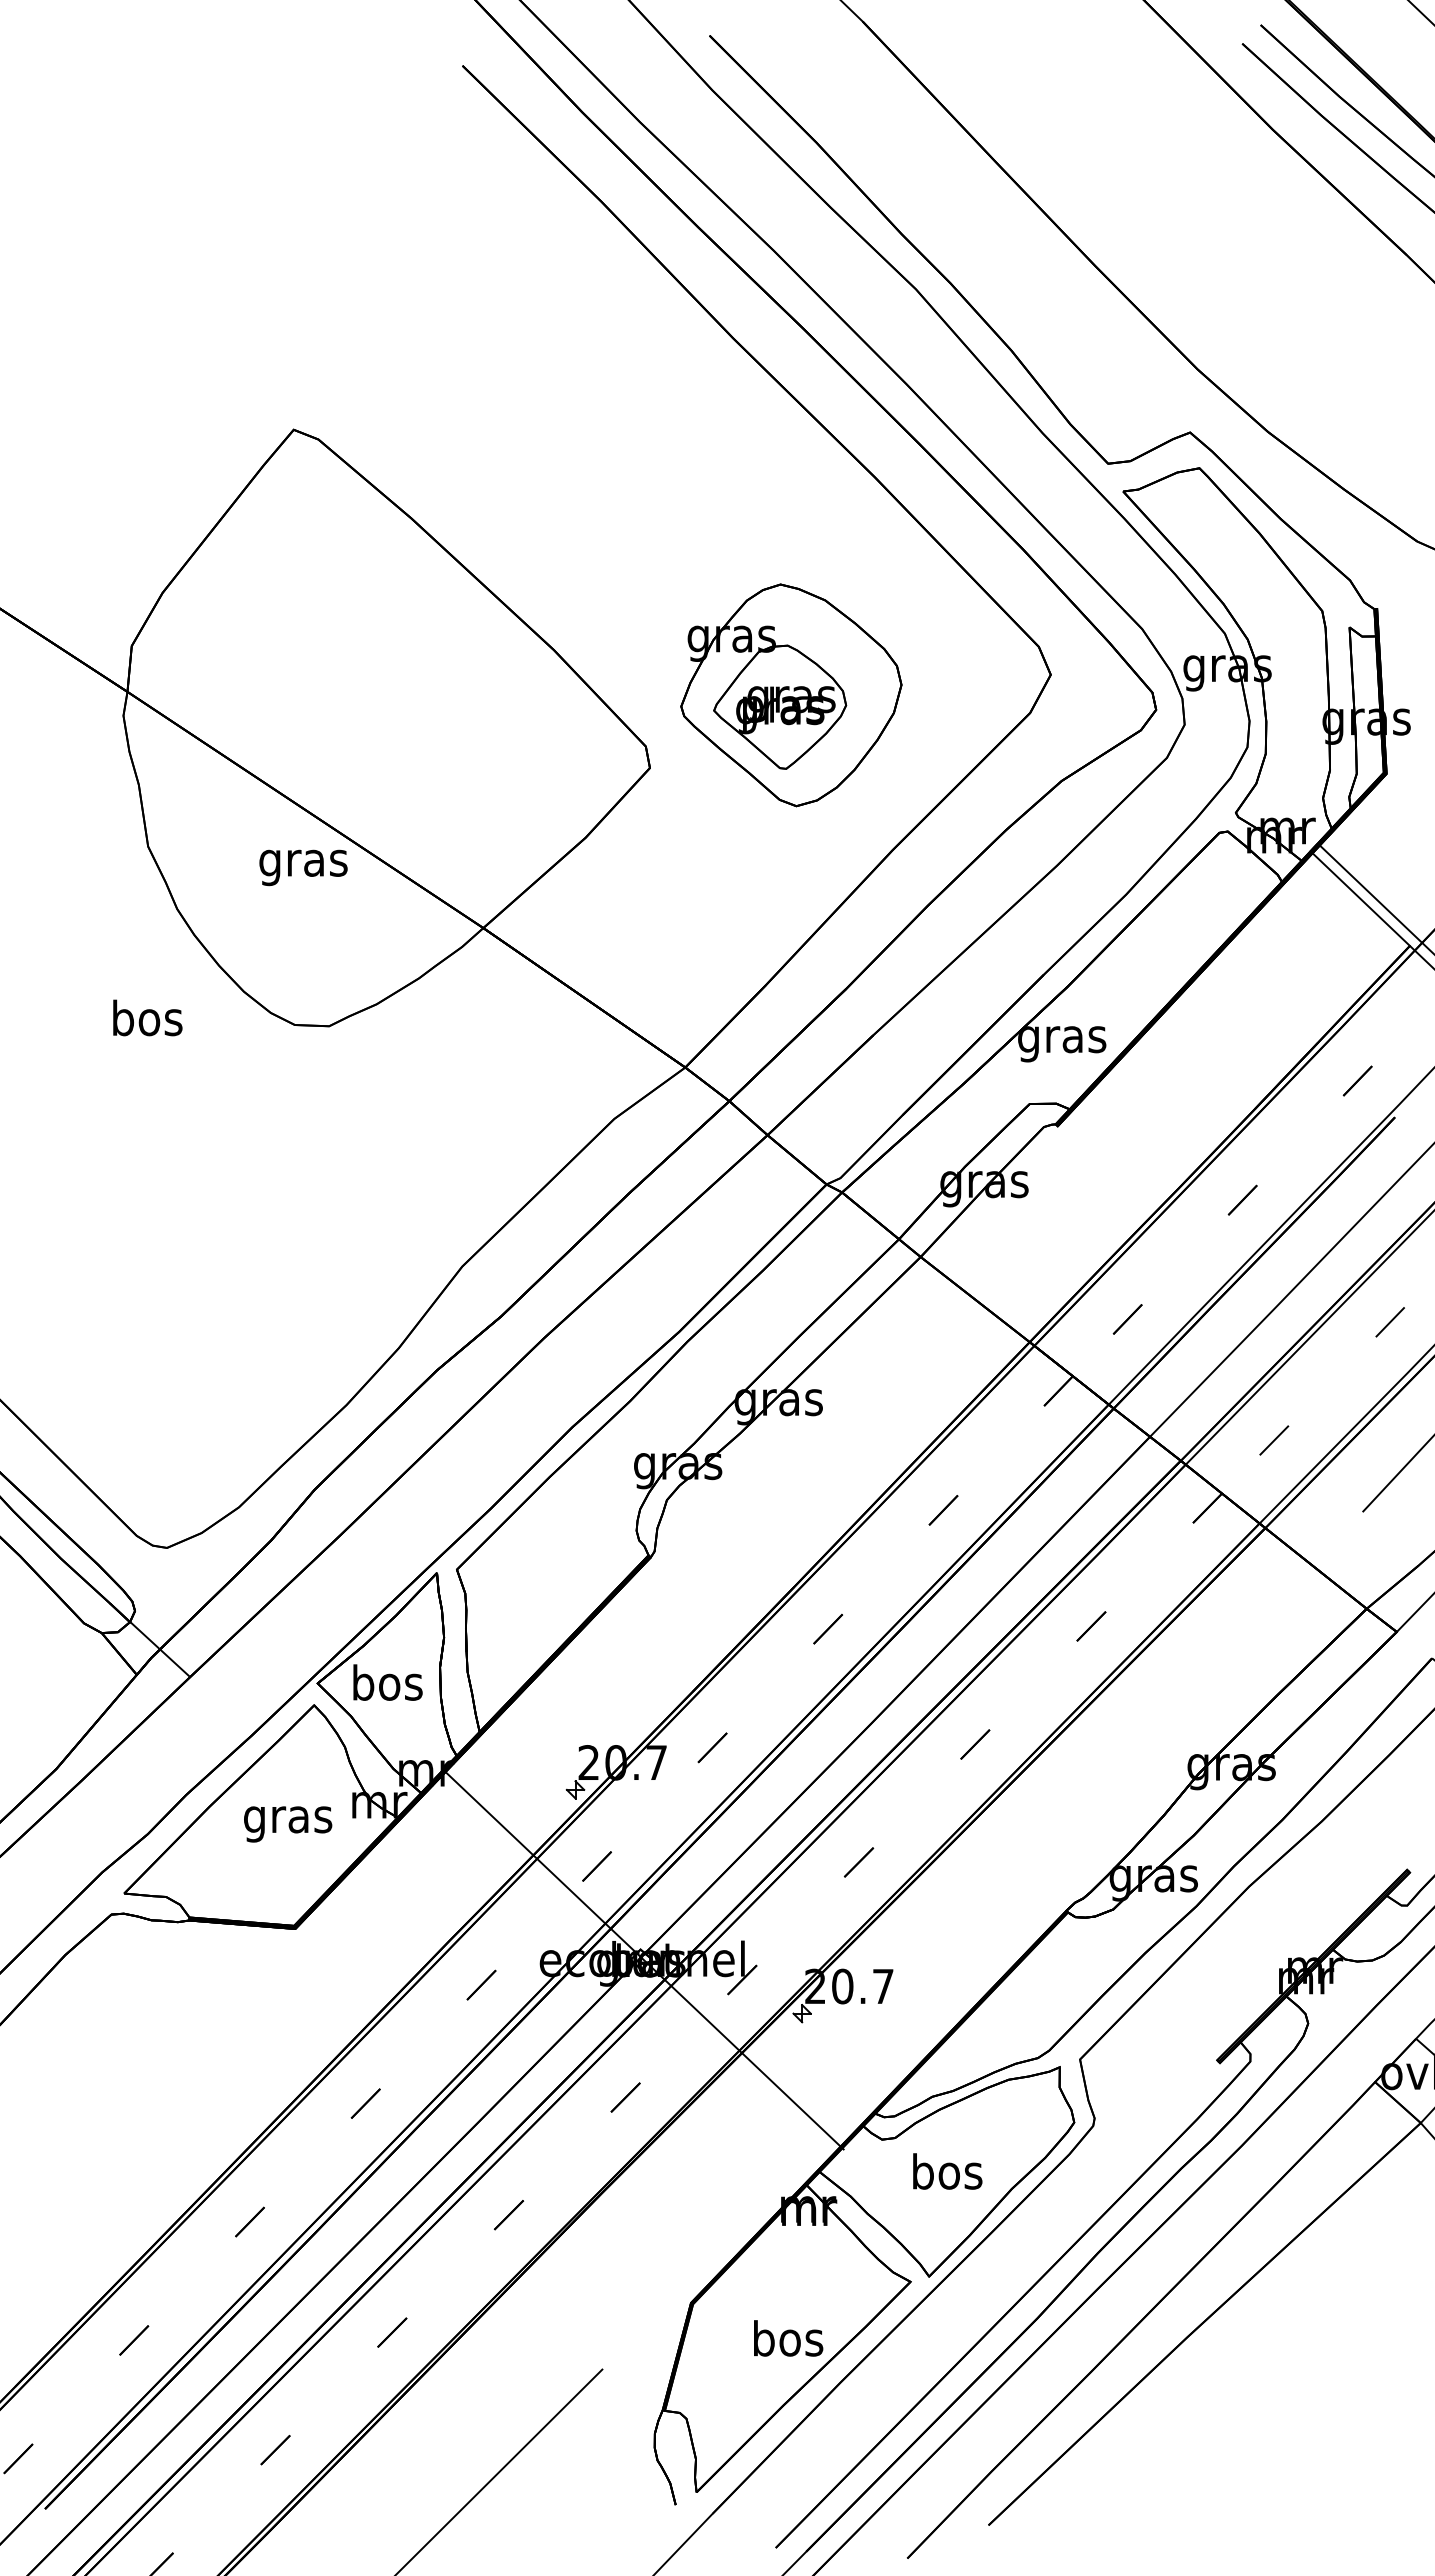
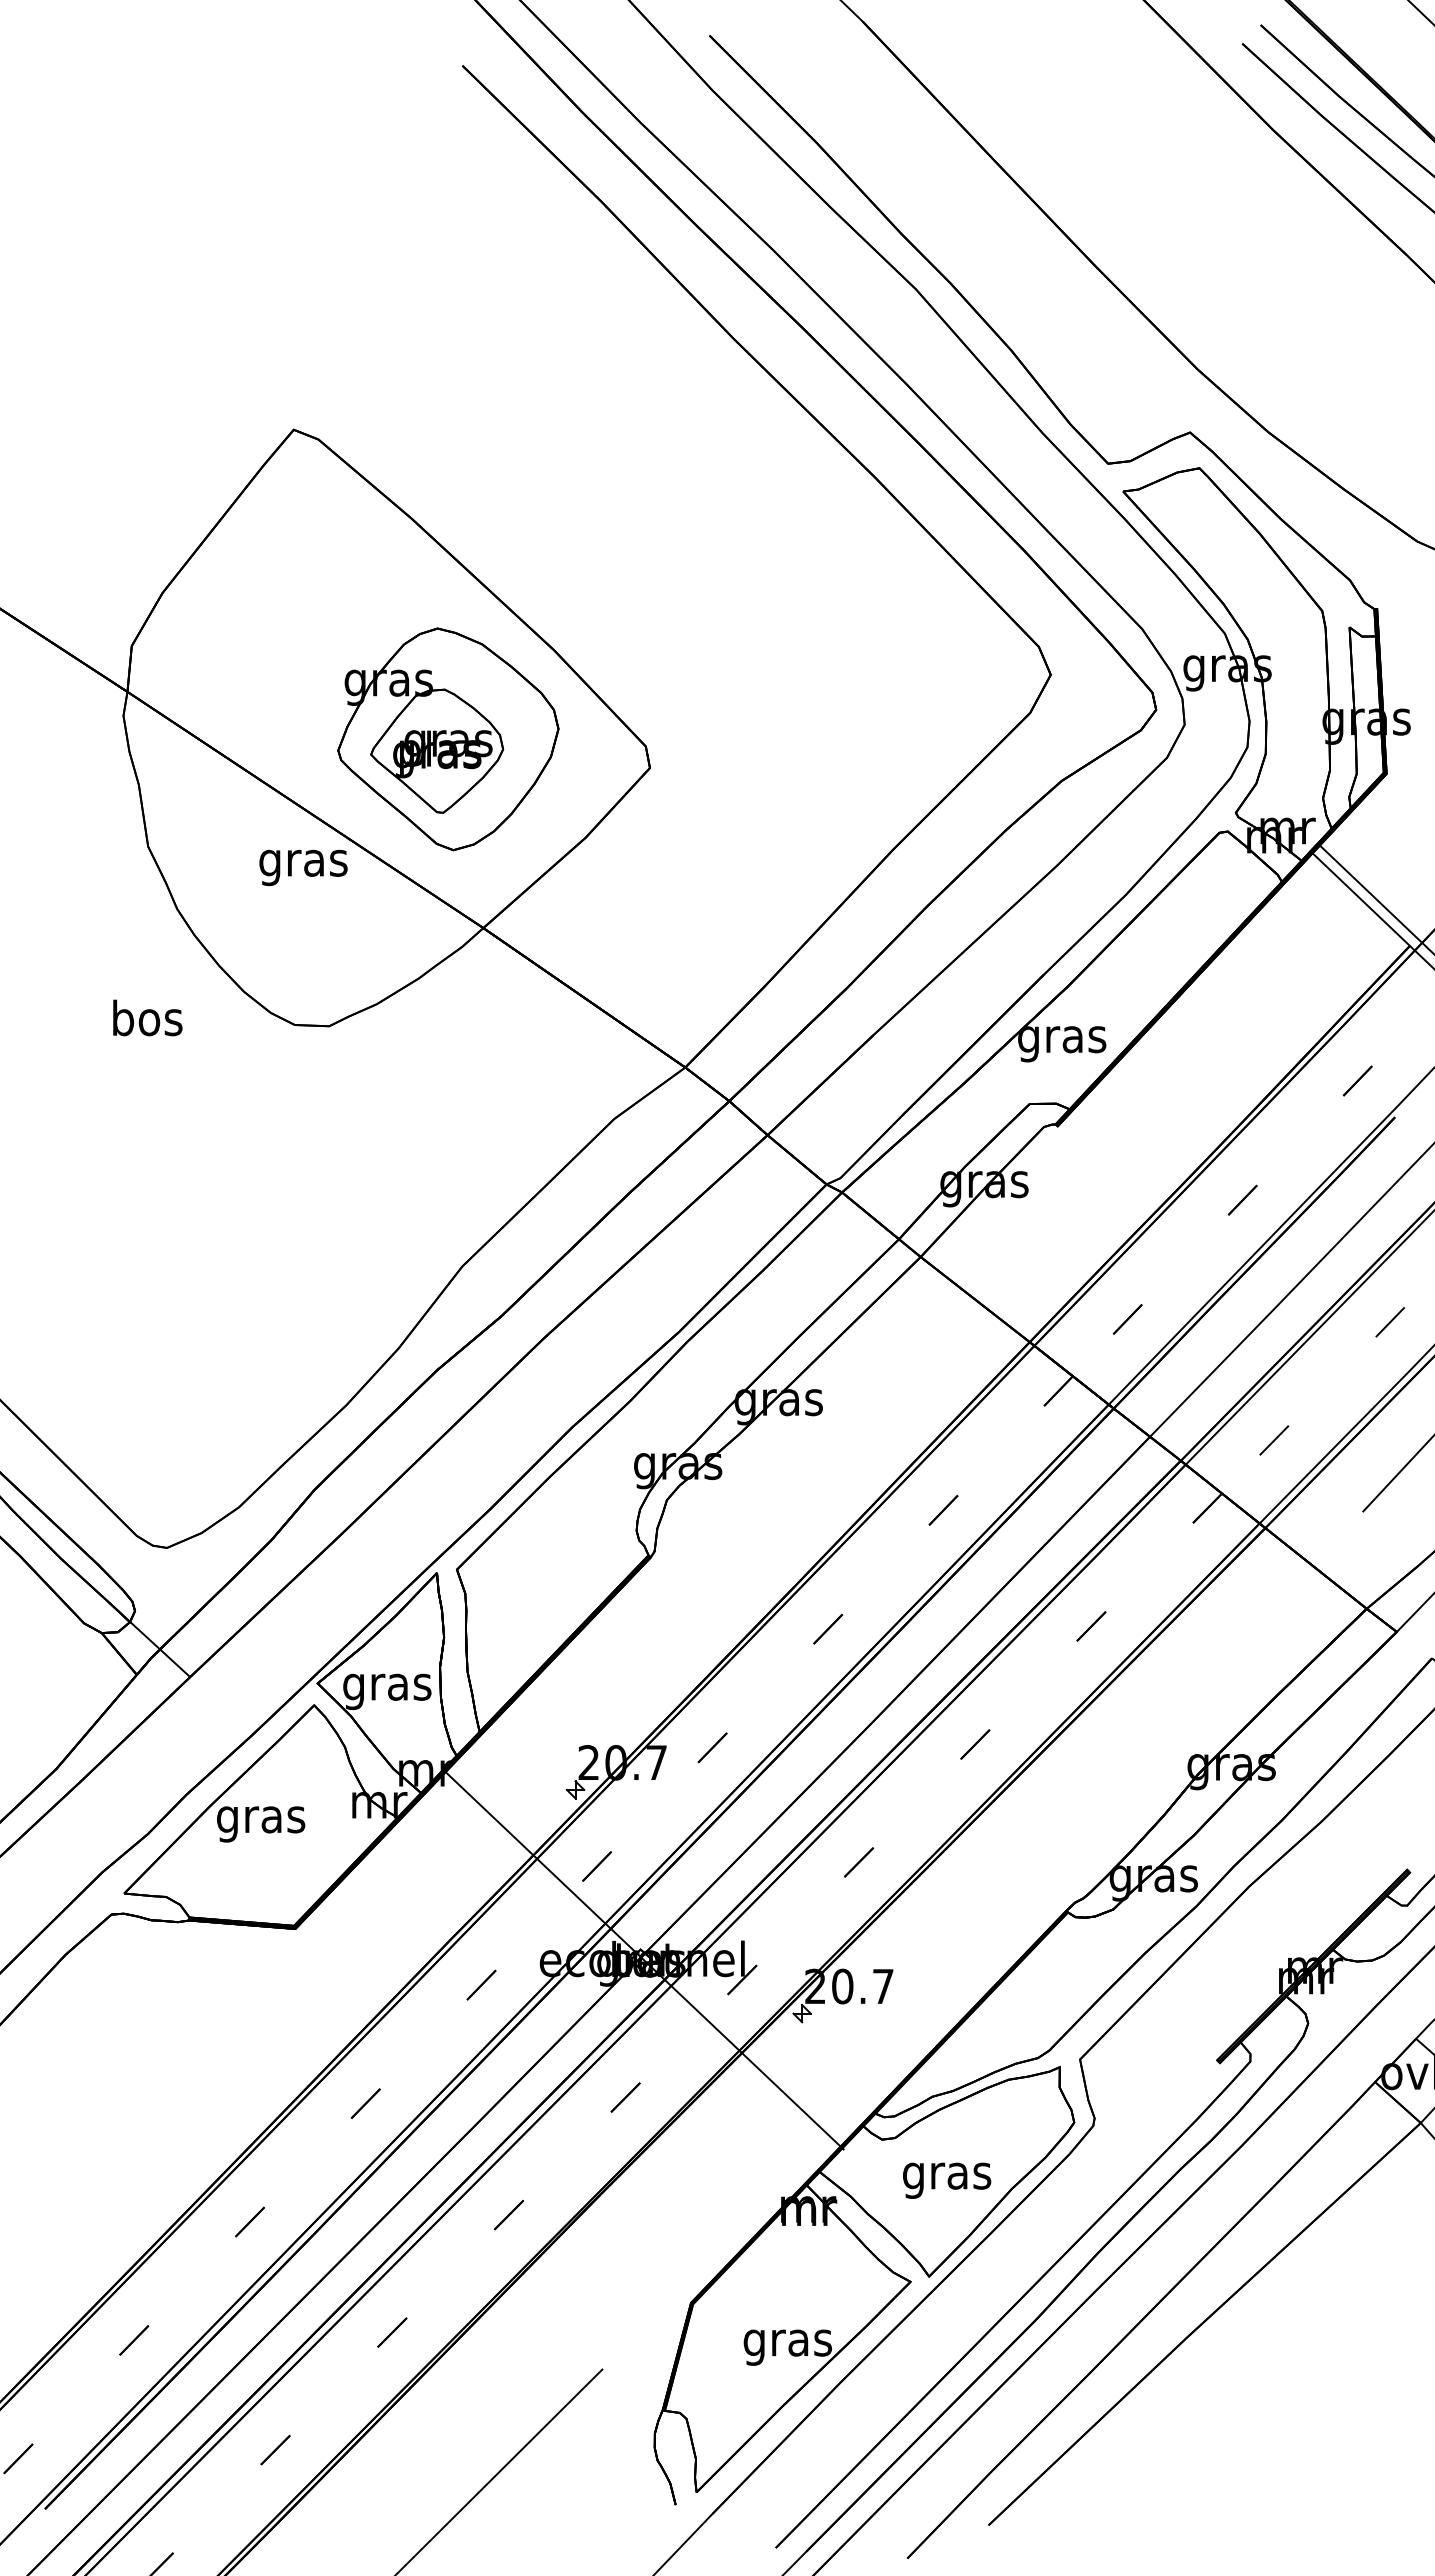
part at (791, 695) position: (791, 695) -> (448, 739)
text at (387, 1687): bos -> gras
text at (288, 1824) position: (288, 1824) -> (261, 1824)
text at (947, 2175): bos -> gras
text at (787, 2342): bos -> gras
